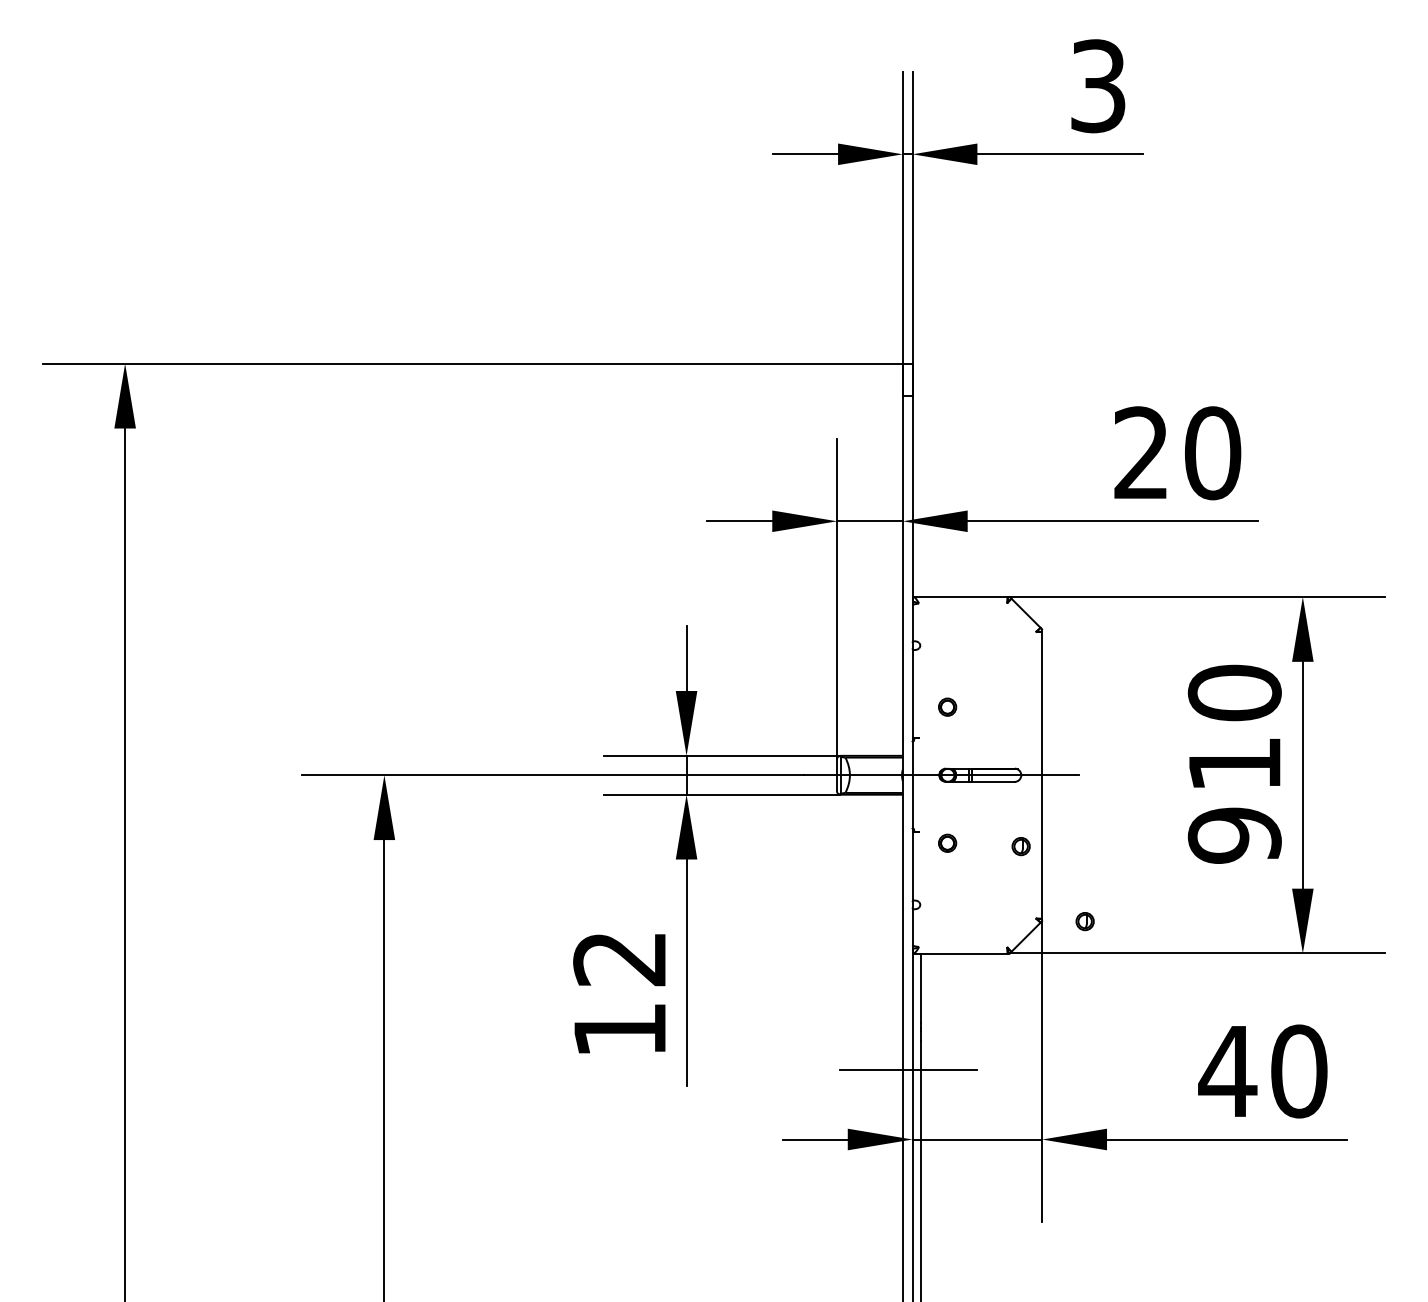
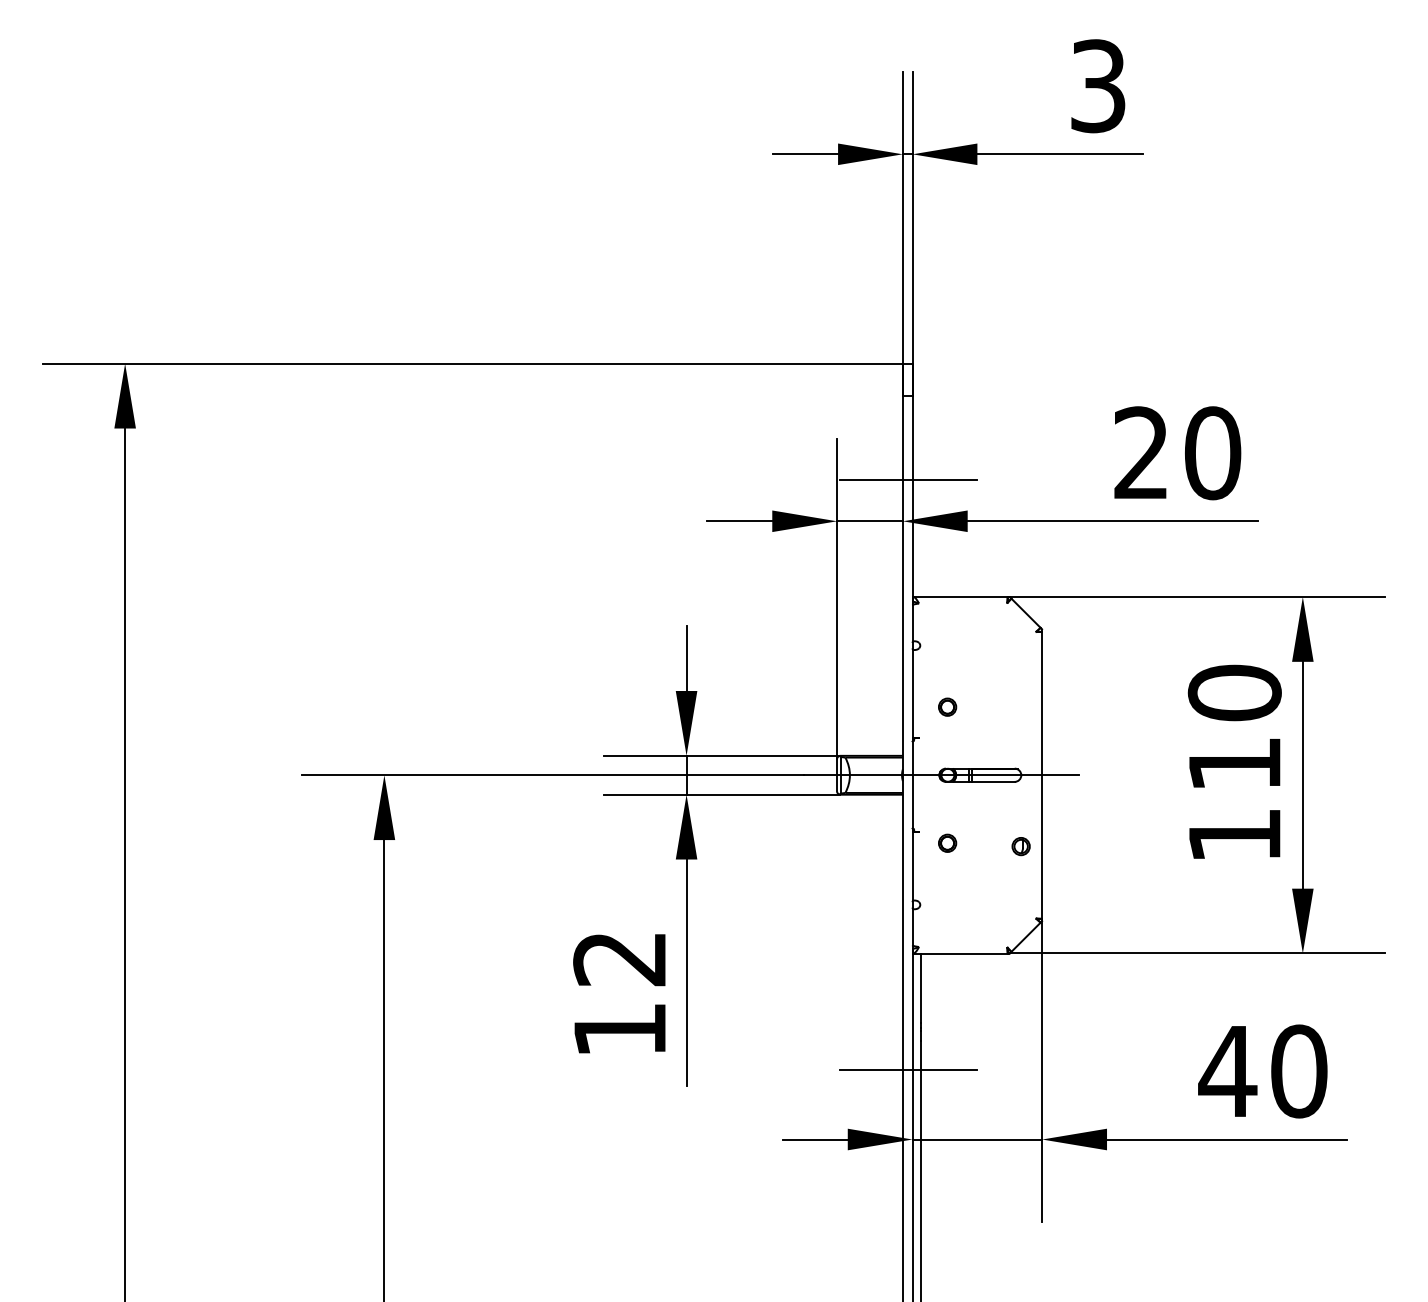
line at (908, 480): none -> present
text at (1234, 835): 910 -> 110
part at (1084, 921): present -> none
